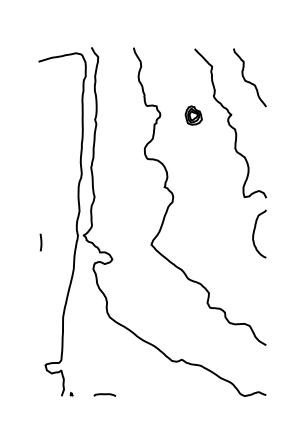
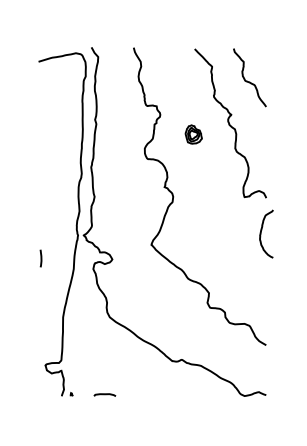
part at (193, 115) position: (193, 115) -> (193, 134)
curve at (255, 230) position: (255, 230) -> (262, 230)
line at (40, 242) position: (40, 242) -> (40, 258)
